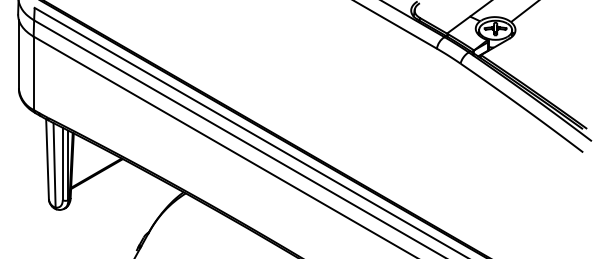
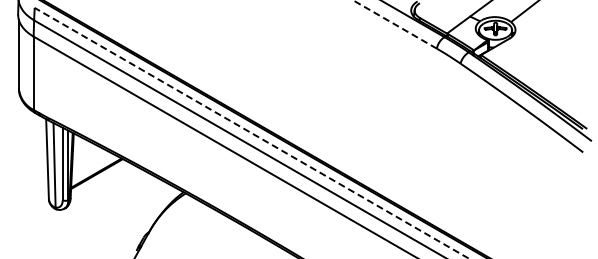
line at (394, 24): solid -> dashed
line at (251, 133): solid -> dashed
